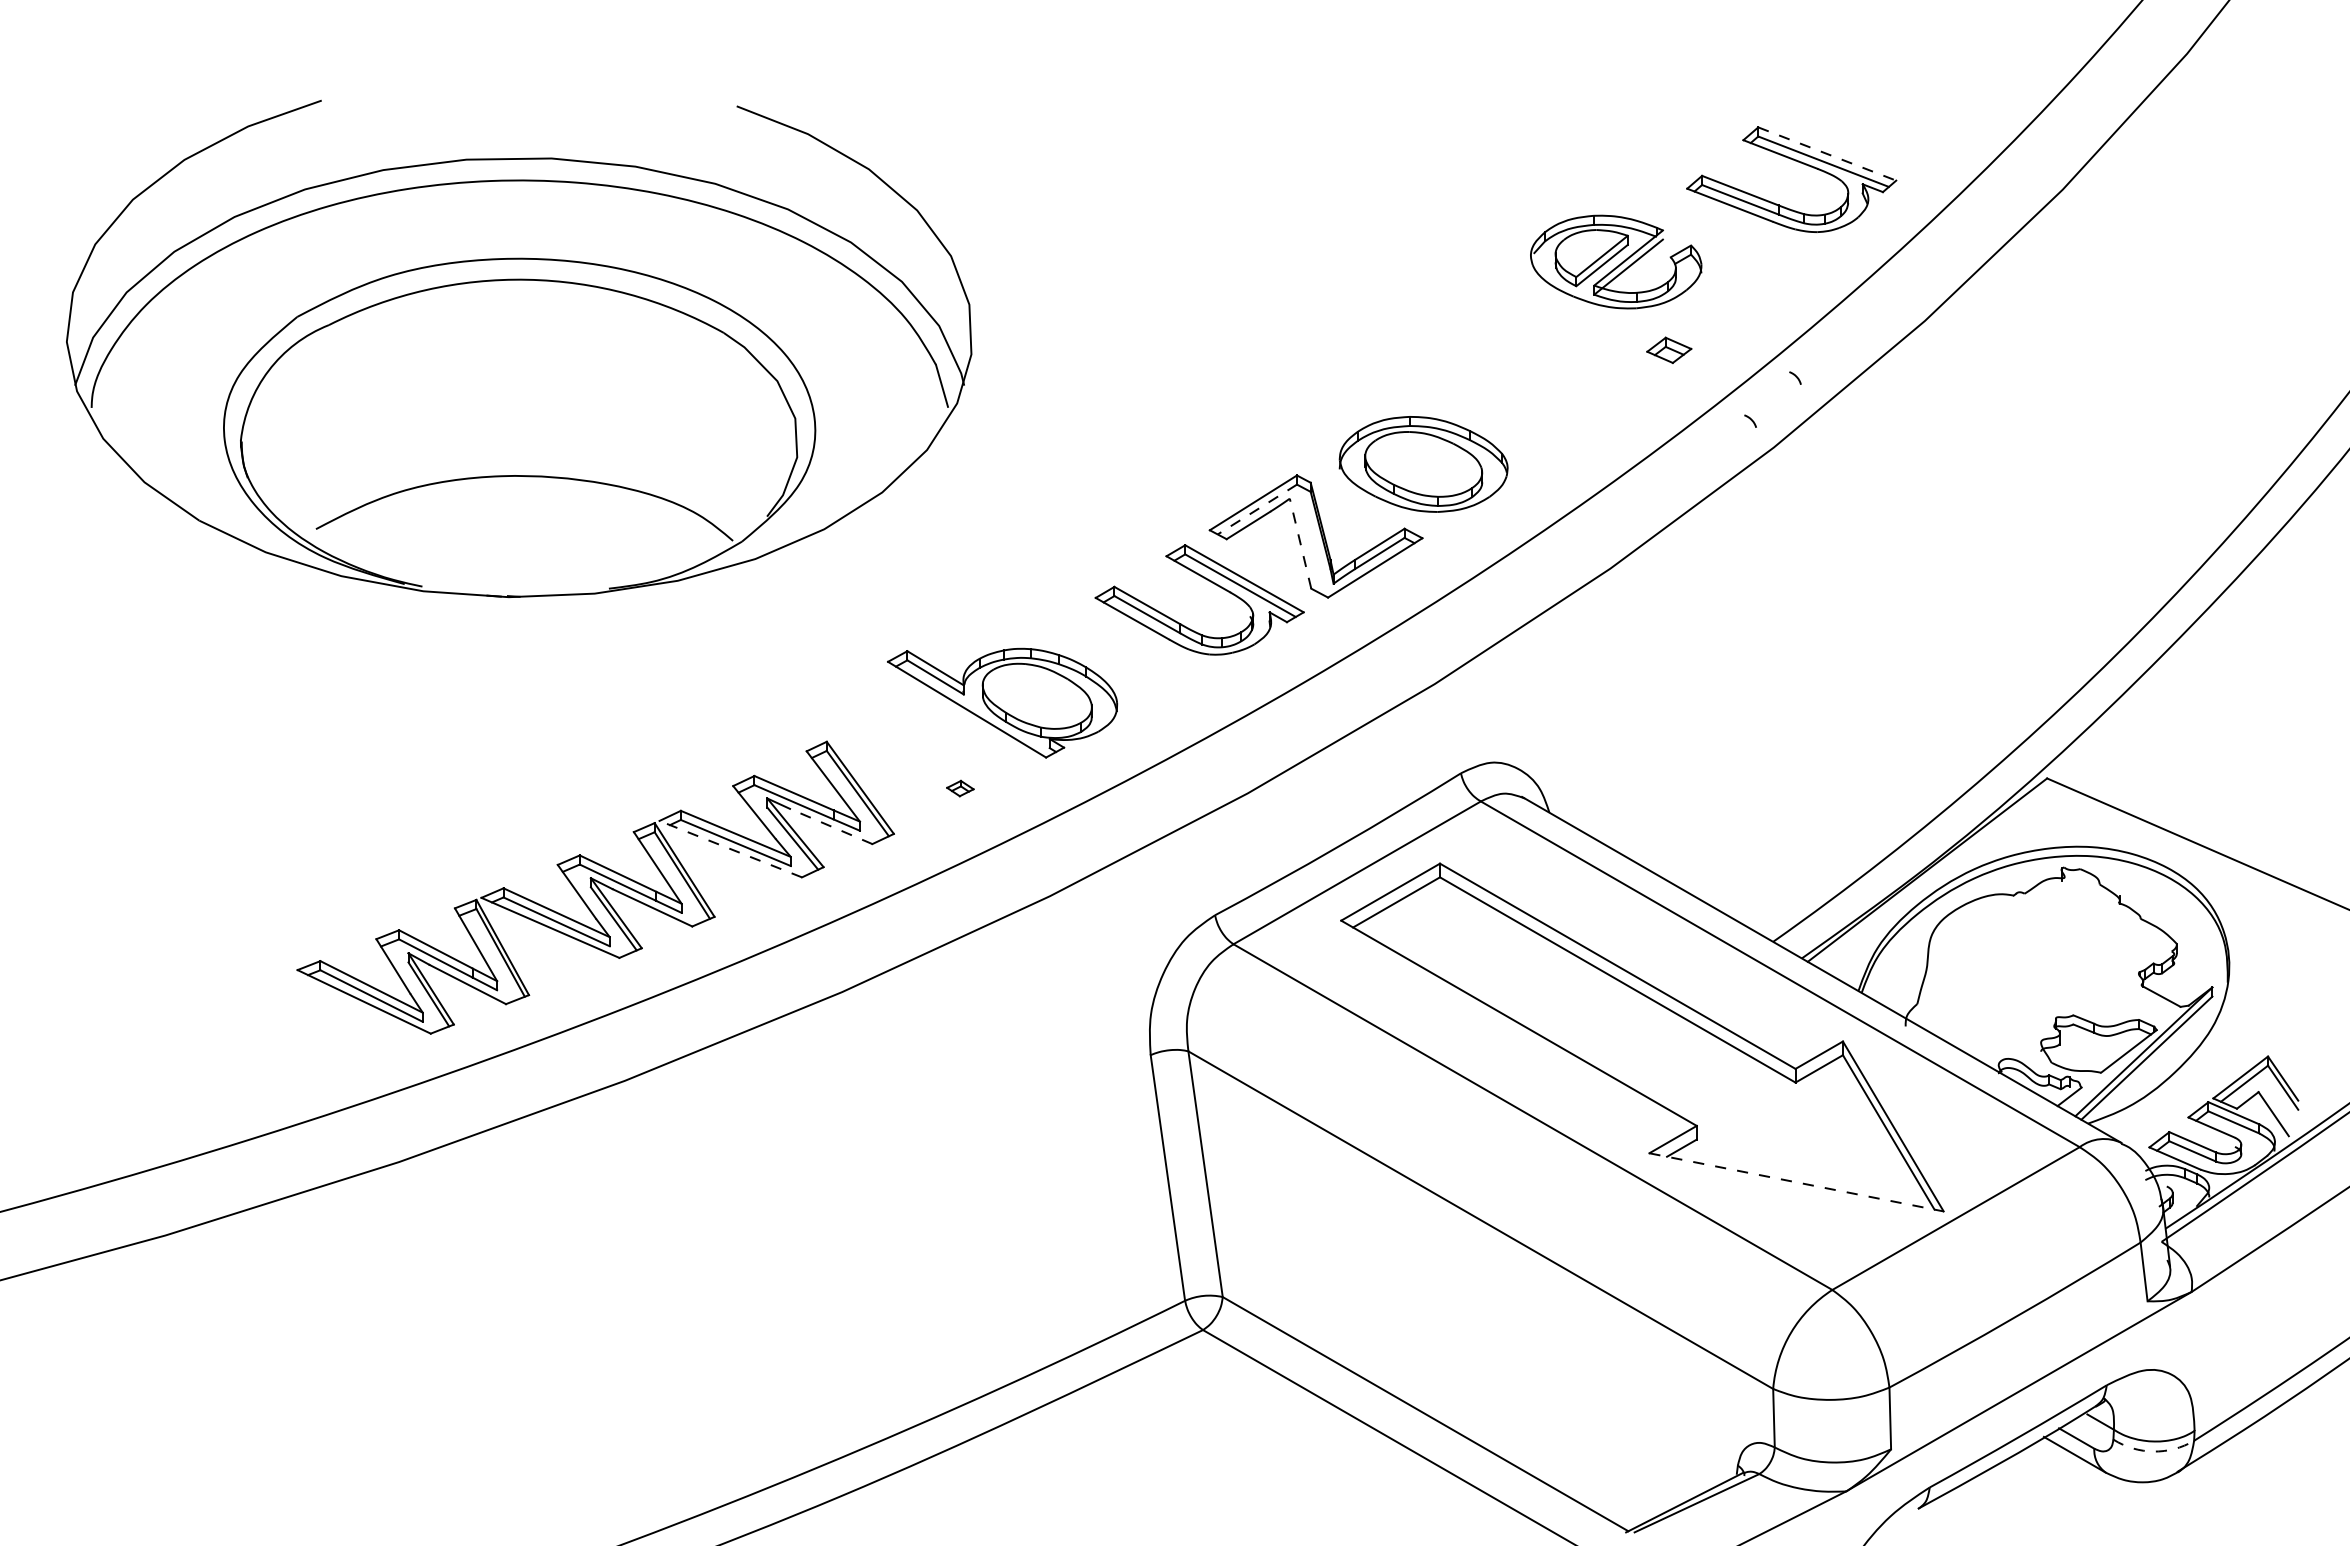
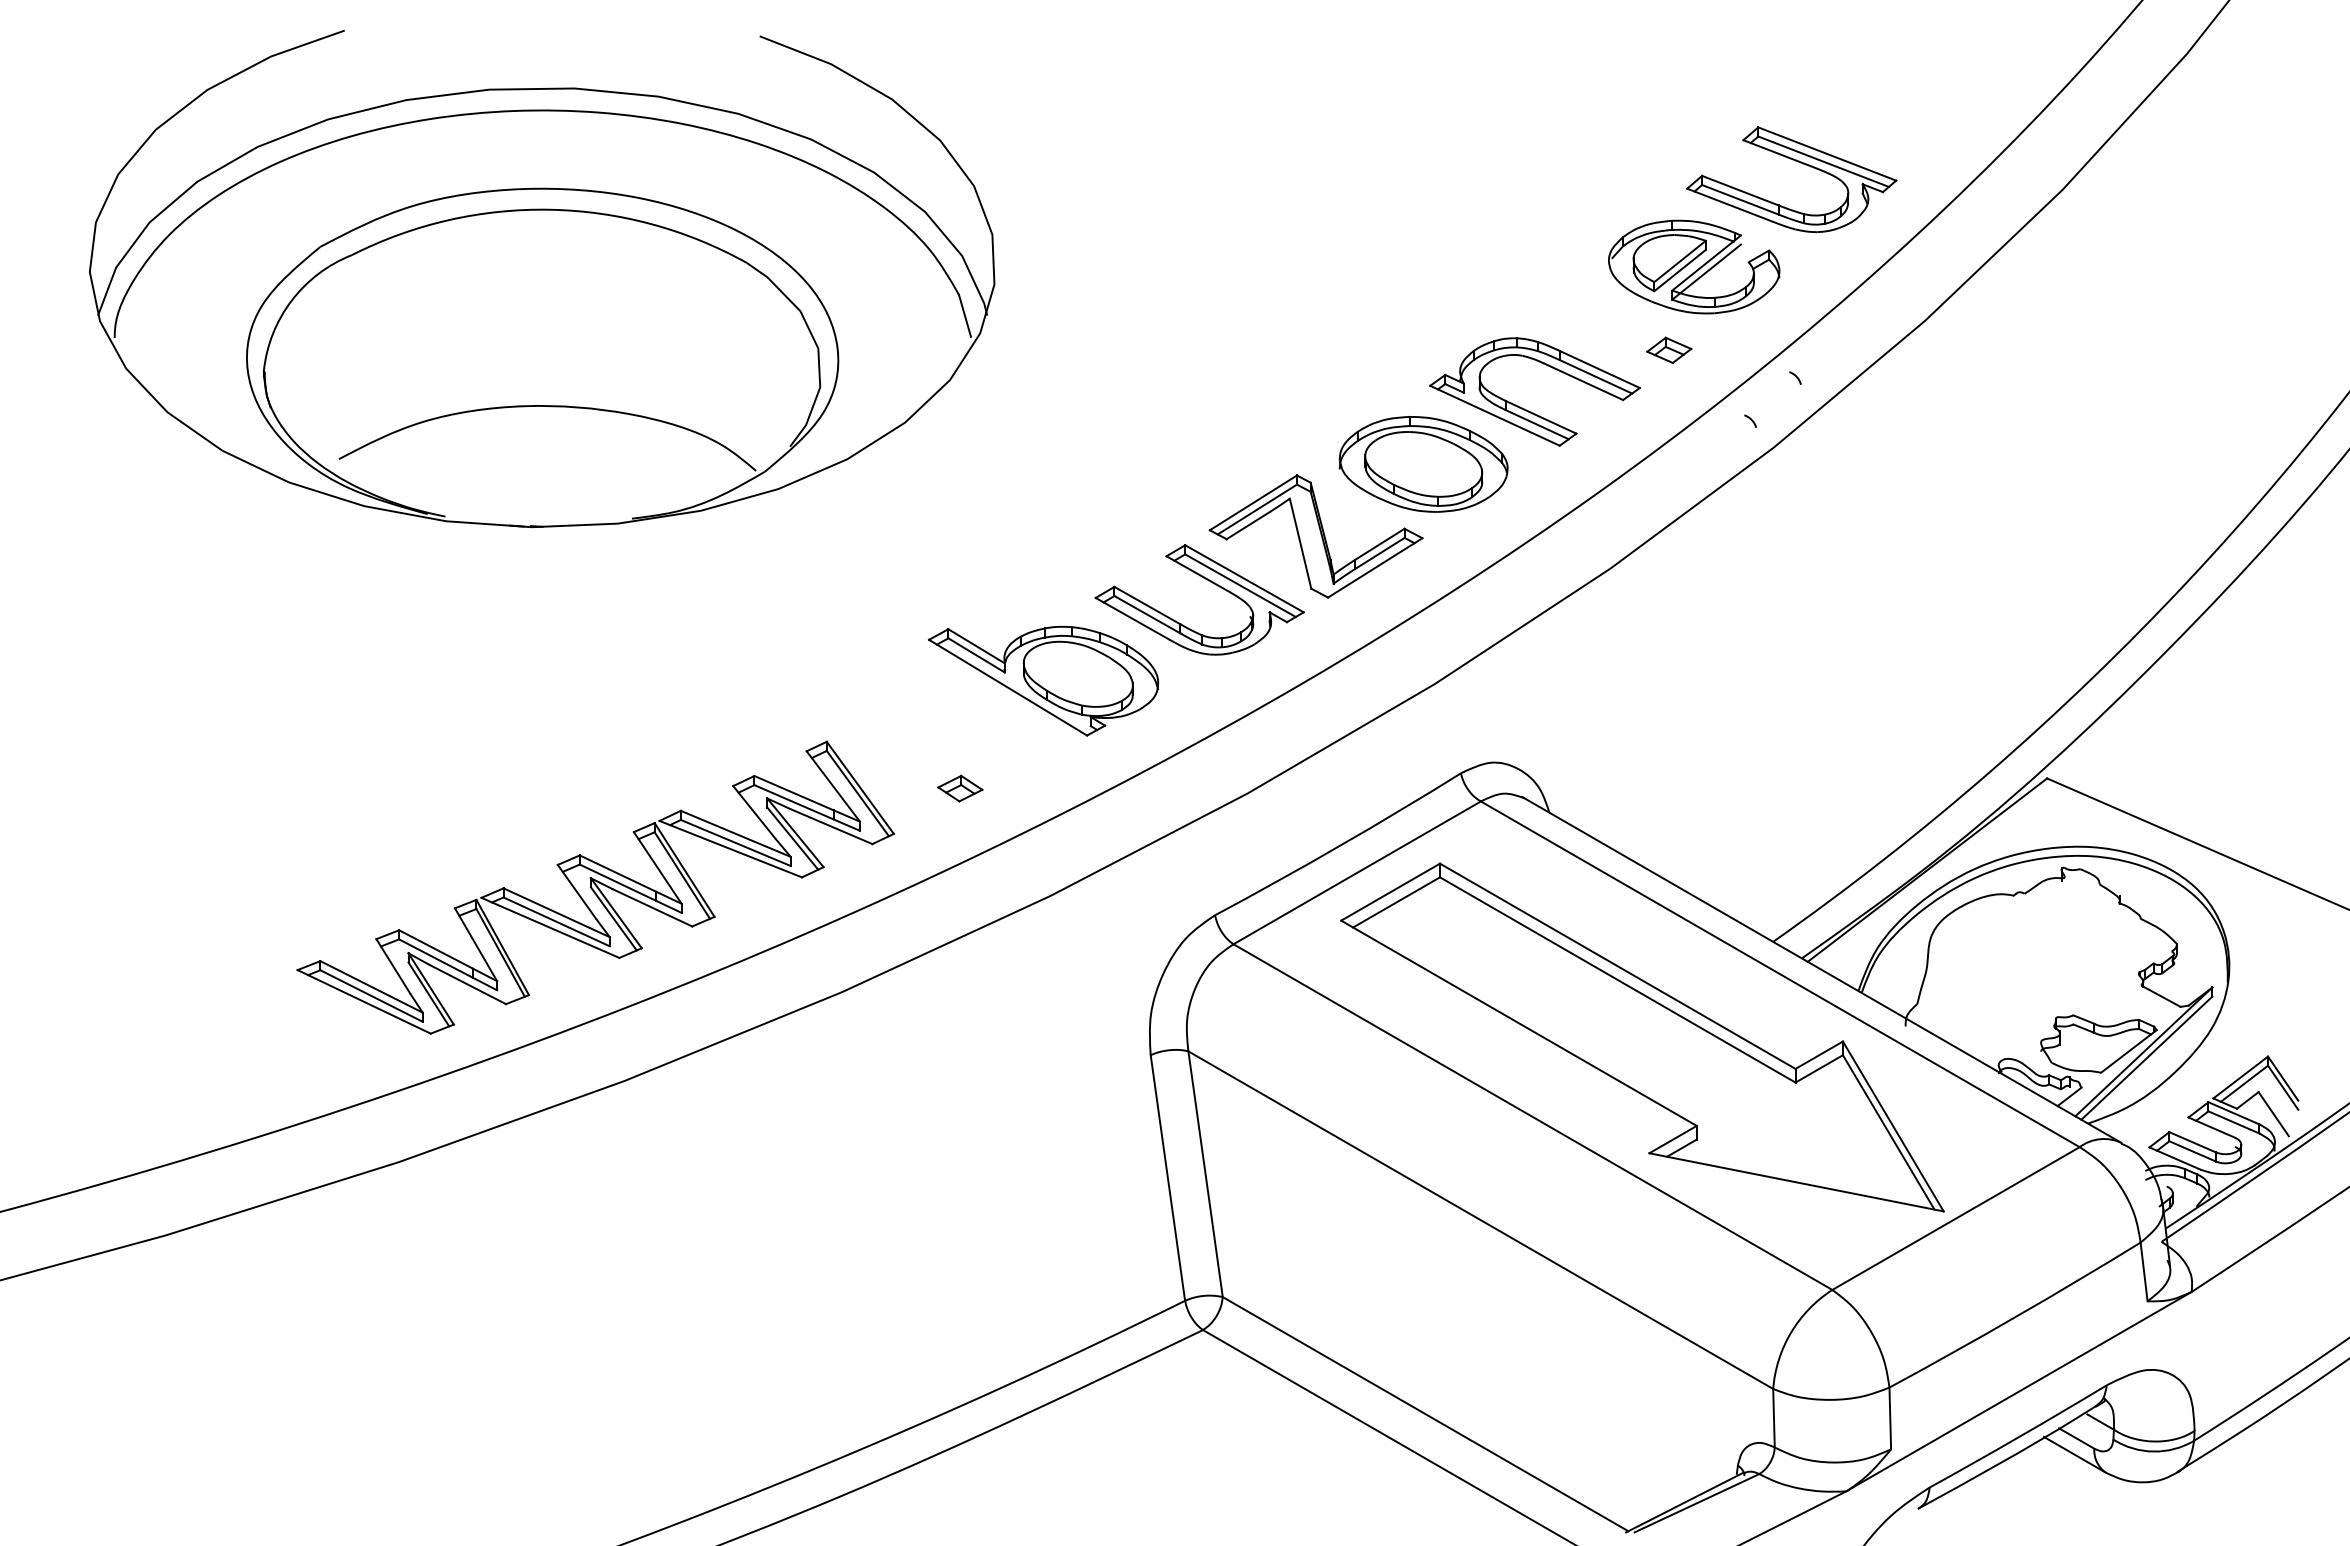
line at (1827, 154): dashed -> solid
part at (1616, 261) position: (1616, 261) -> (1694, 266)
part at (519, 348) position: (519, 348) -> (542, 278)
part at (1526, 409): none -> present
line at (1257, 509): dashed -> solid
line at (1300, 543): dashed -> solid
part at (1002, 702) position: (1002, 702) -> (1043, 680)
part at (960, 788) size: 29x19 px -> 47x29 px
line at (831, 826): dashed -> solid
line at (730, 849): dashed -> solid
line at (1797, 1182): dashed -> solid
arc at (2153, 1451): dashed -> solid
